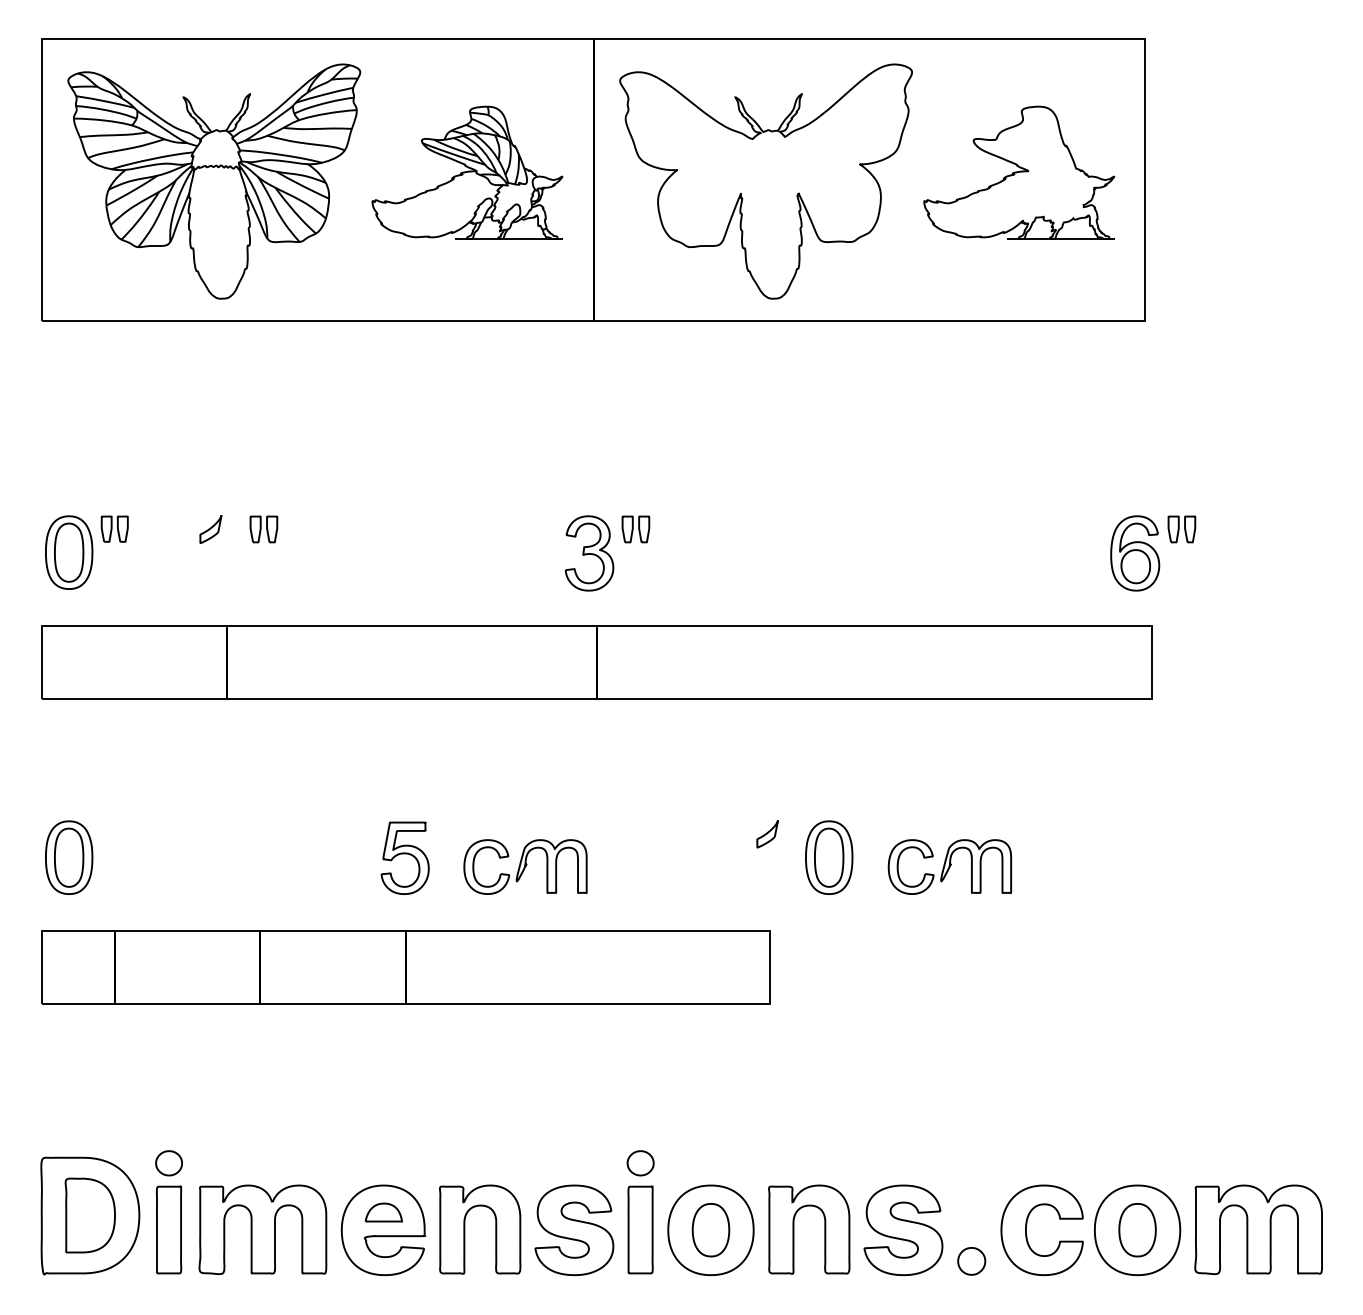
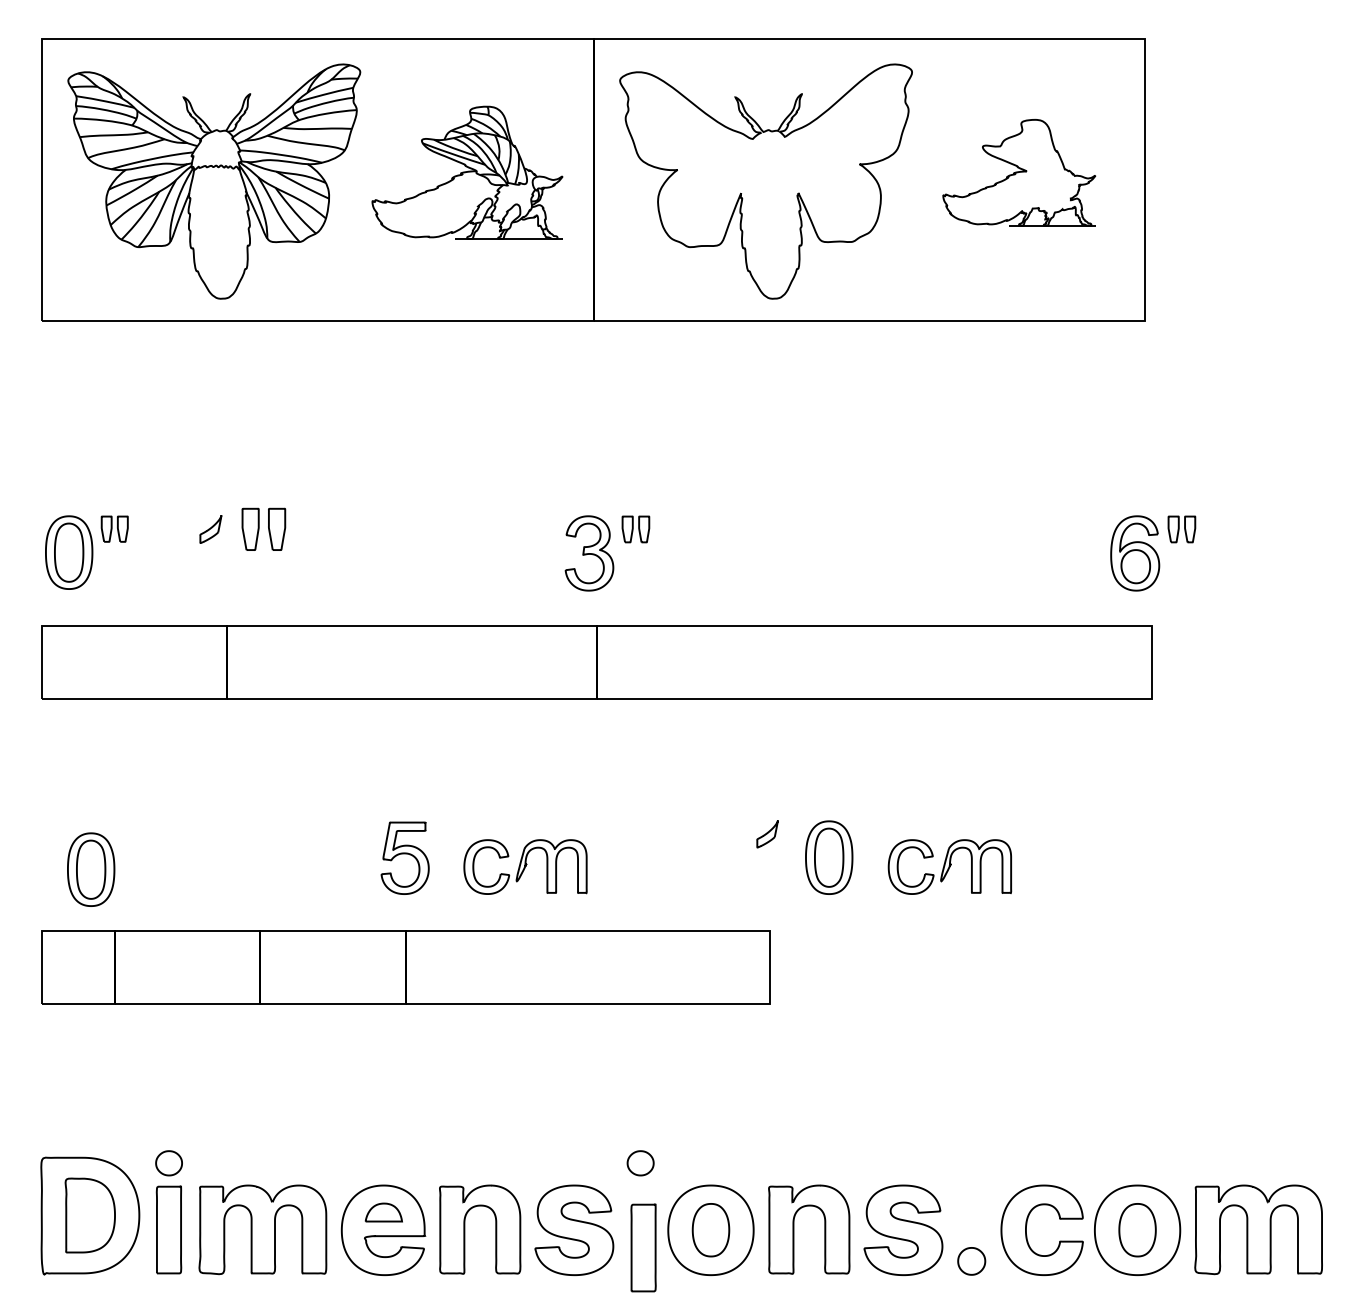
part at (1019, 172) size: 193x135 px -> 155x108 px
part at (263, 529) size: 30x29 px -> 46x44 px
part at (69, 857) position: (69, 857) -> (91, 869)
part at (640, 1229) position: (640, 1229) -> (643, 1247)
